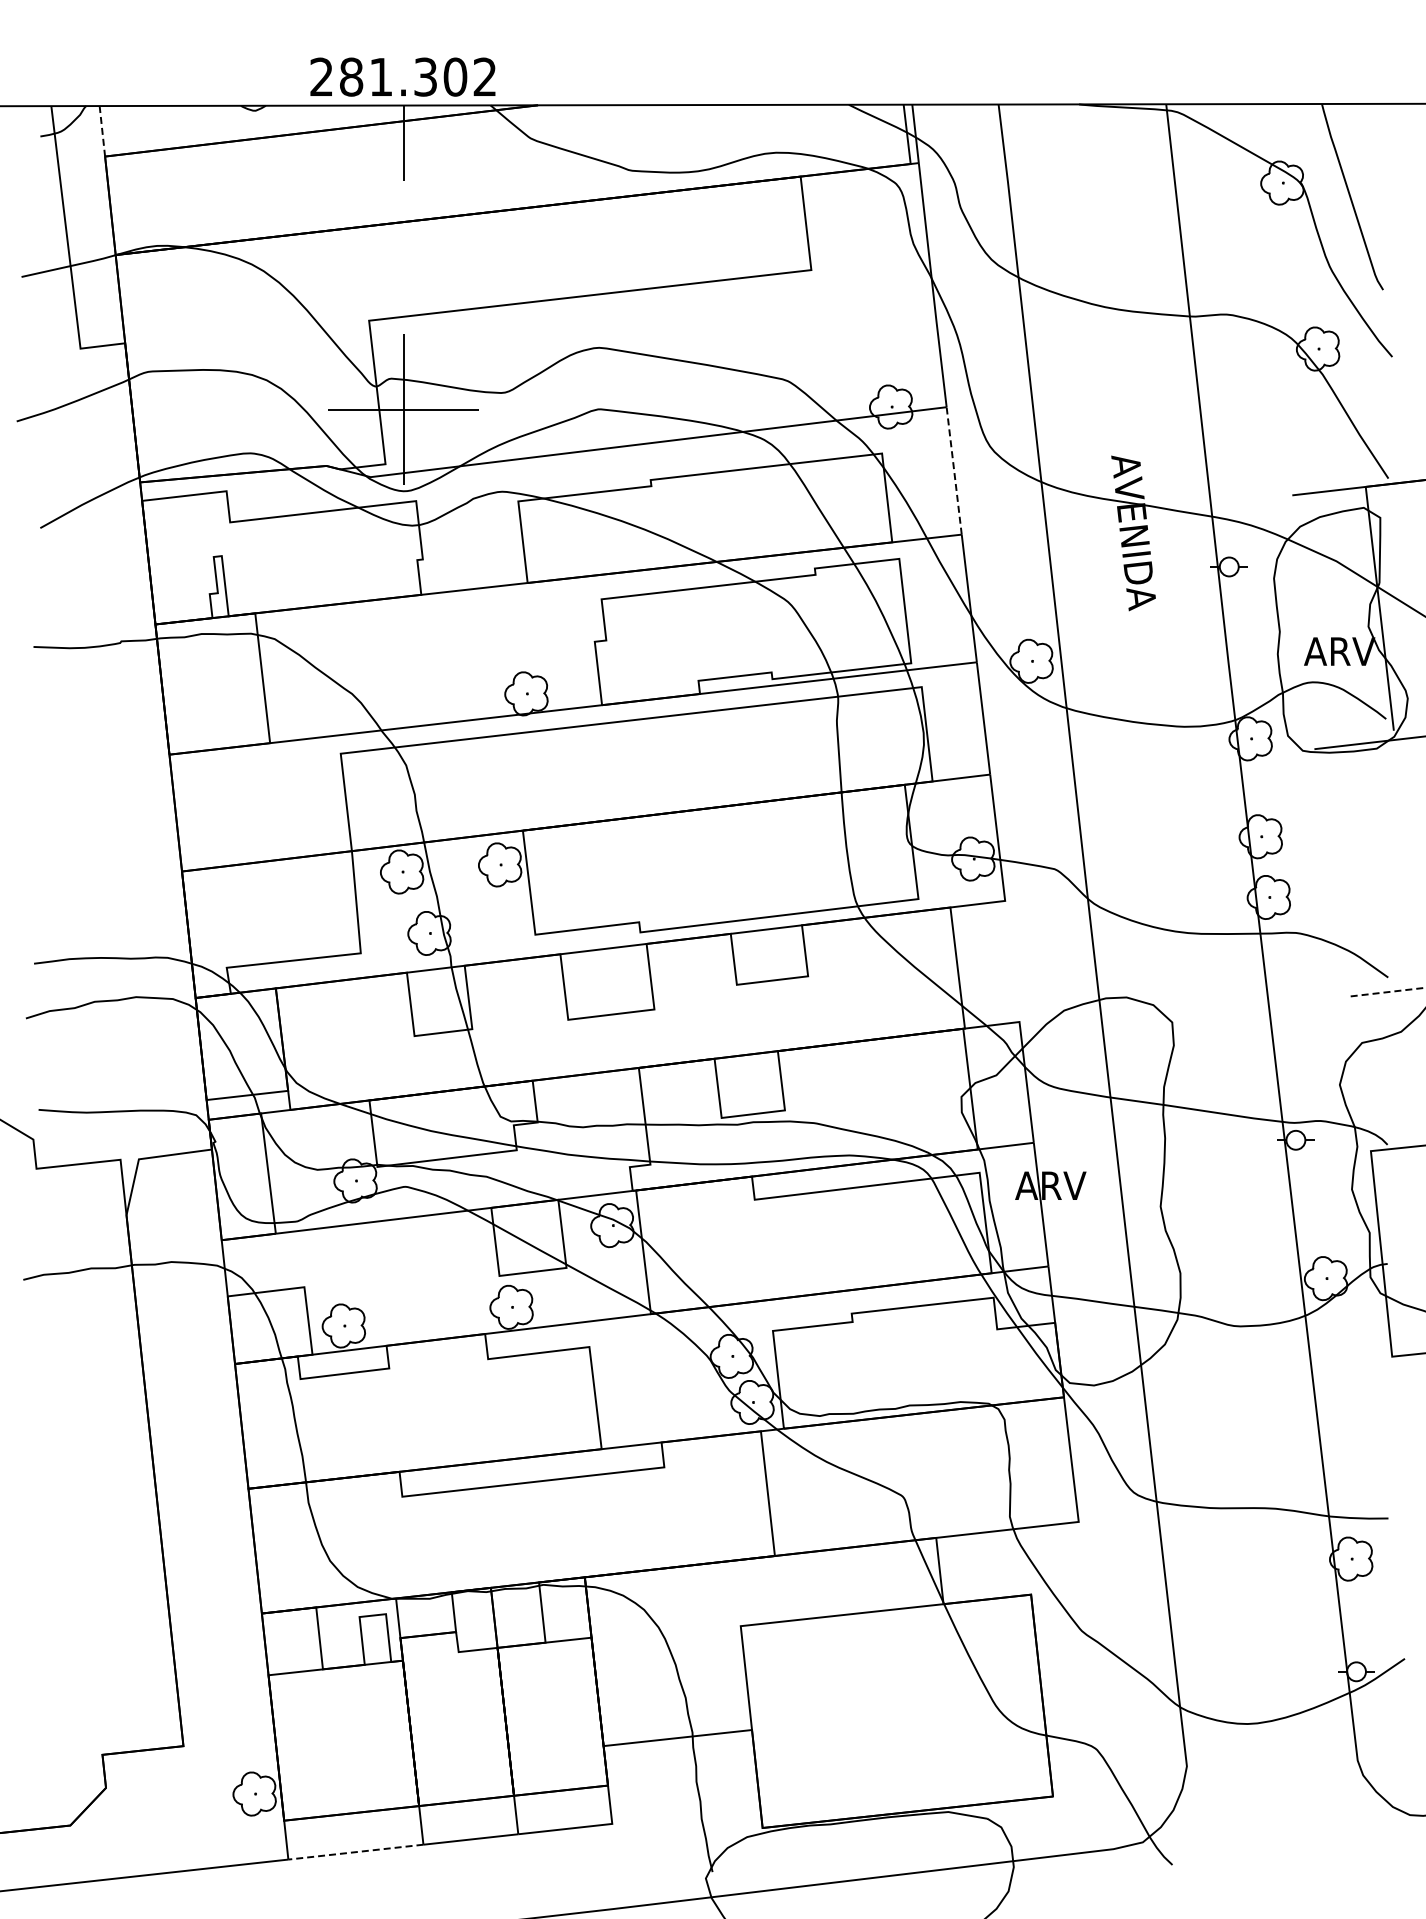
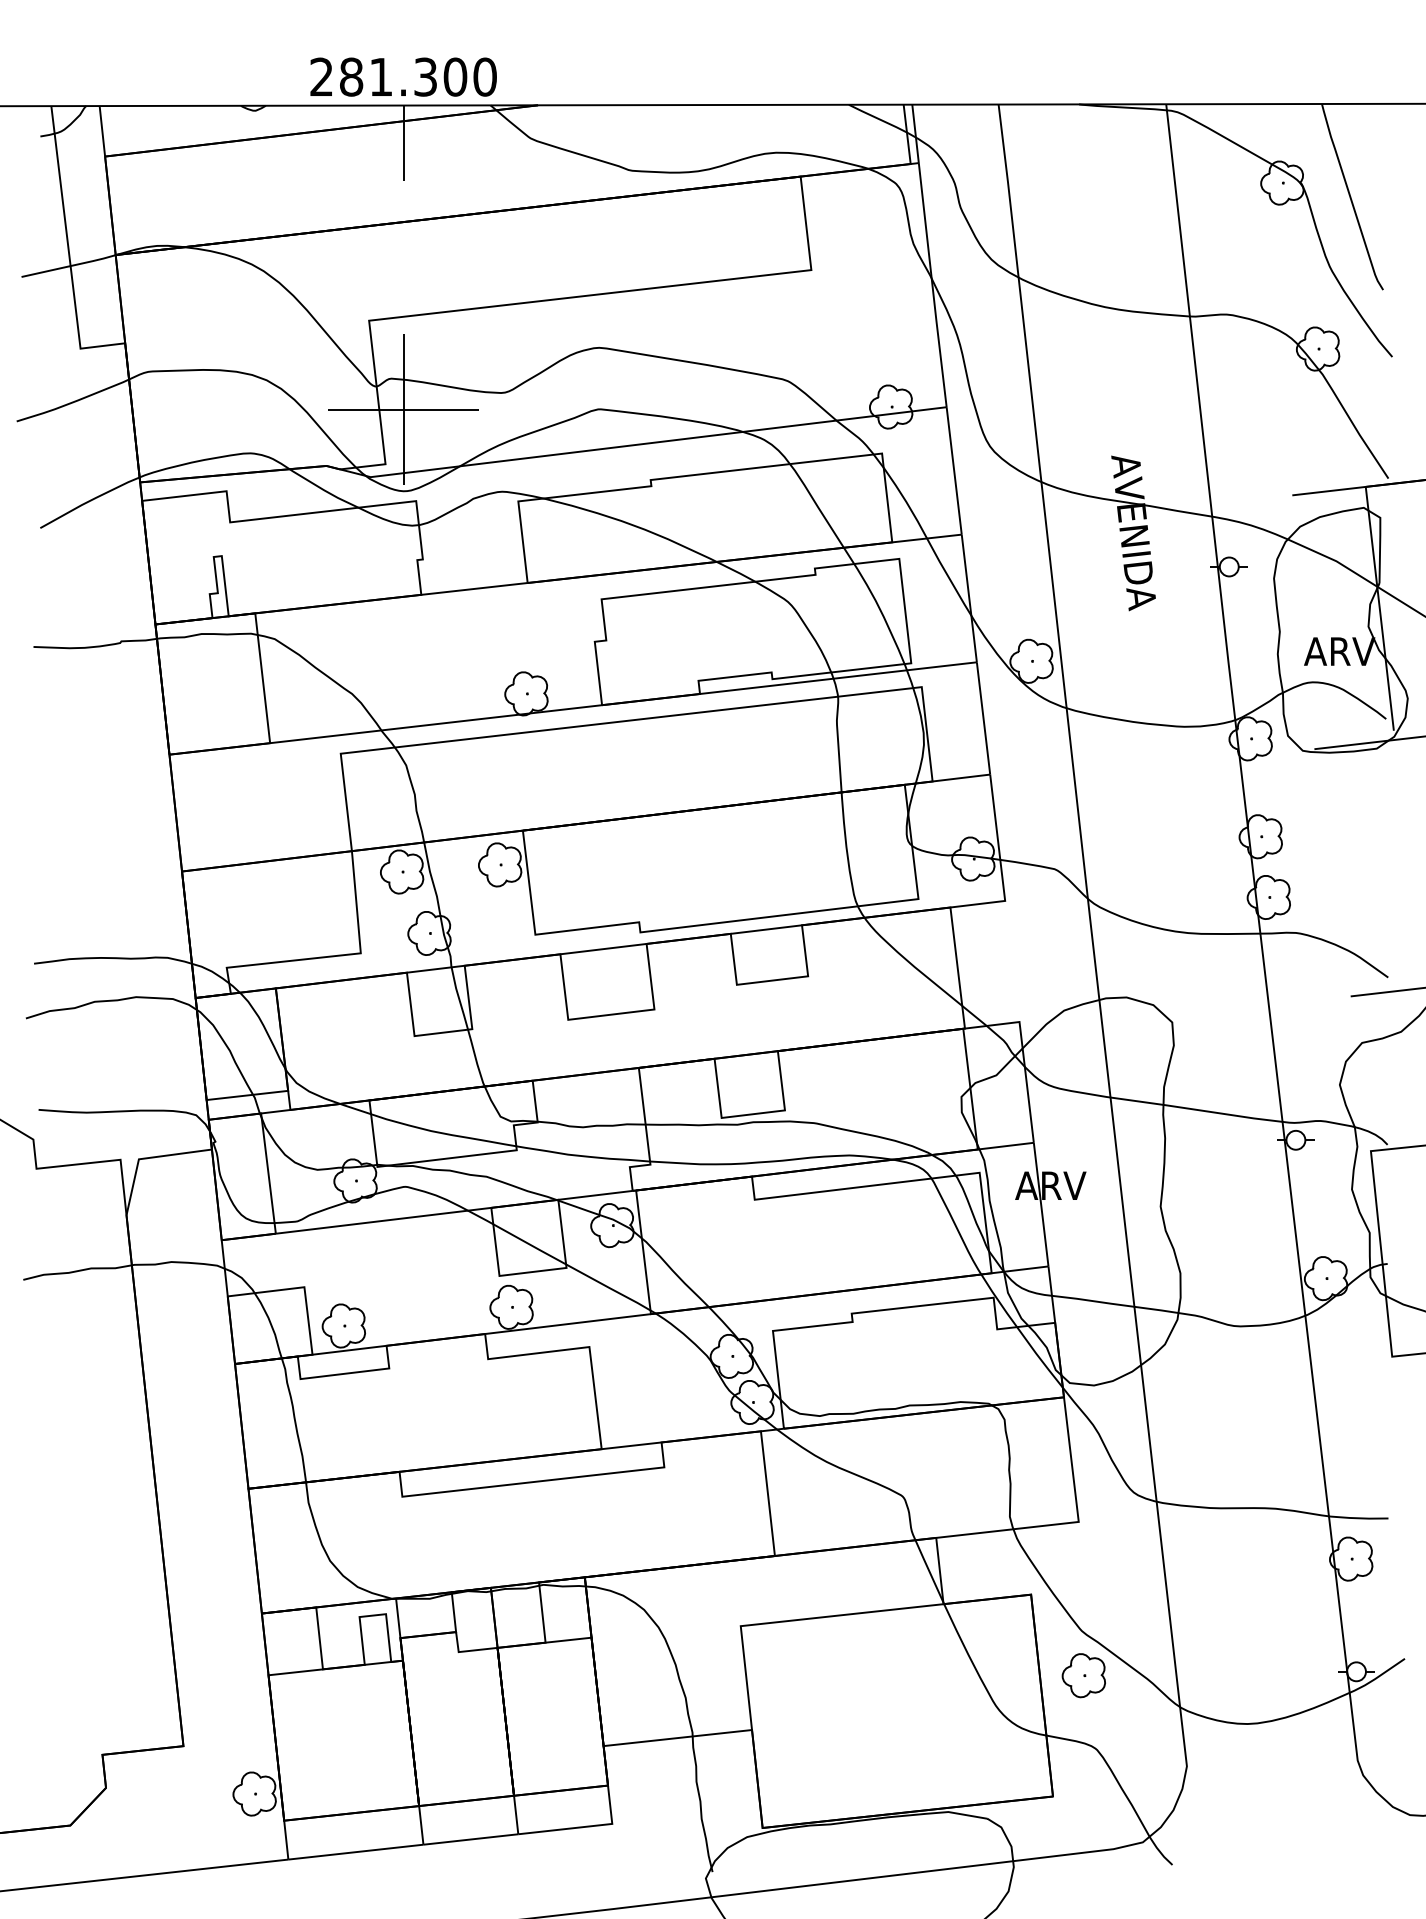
text at (484, 76): 281.302 -> 281.300
line at (102, 131): dashed -> solid
line at (954, 470): dashed -> solid
line at (1388, 992): dashed -> solid
part at (1083, 1675): none -> present
line at (355, 1852): dashed -> solid
